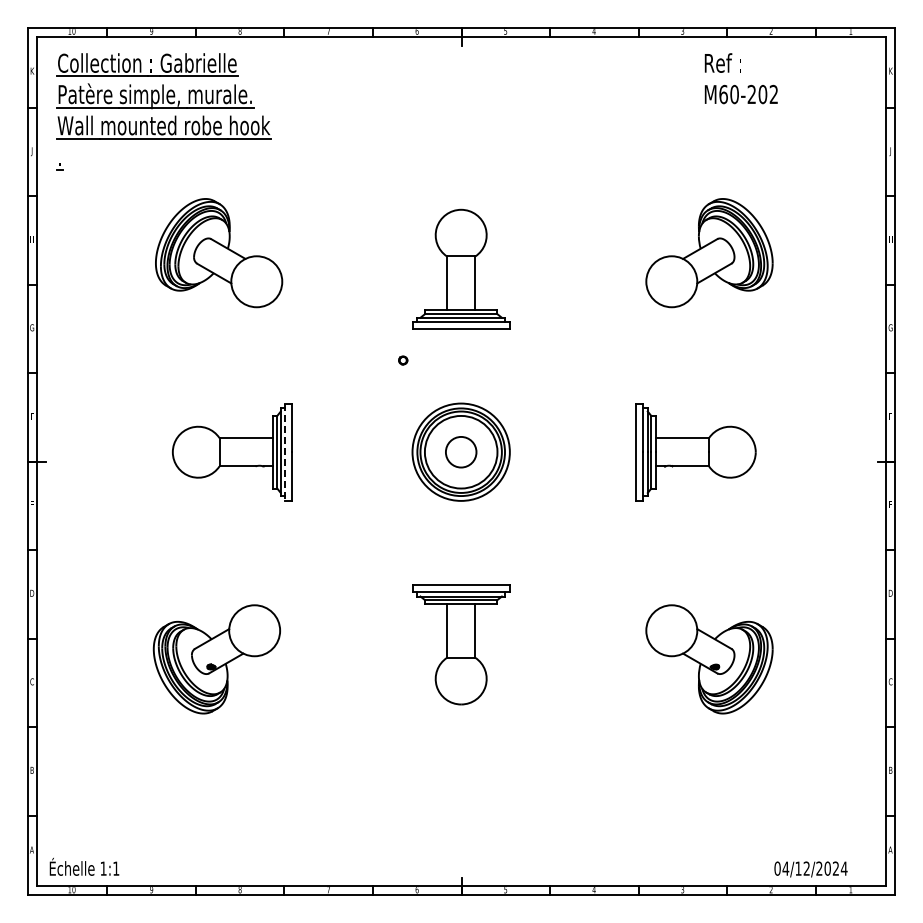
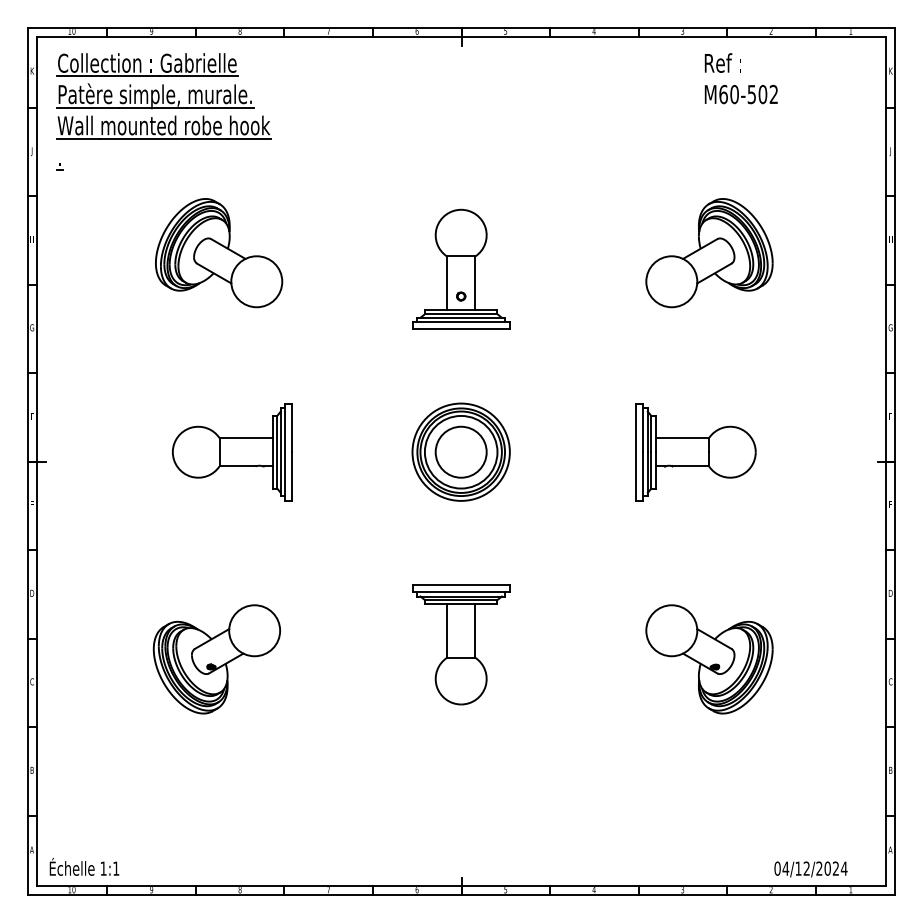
text at (751, 94): ^JM60-202 -> ^JM60-502
part at (403, 360) position: (403, 360) -> (461, 296)
circle at (460, 451) diameter: 31 px -> 51 px
line at (285, 452): dashed -> solid
